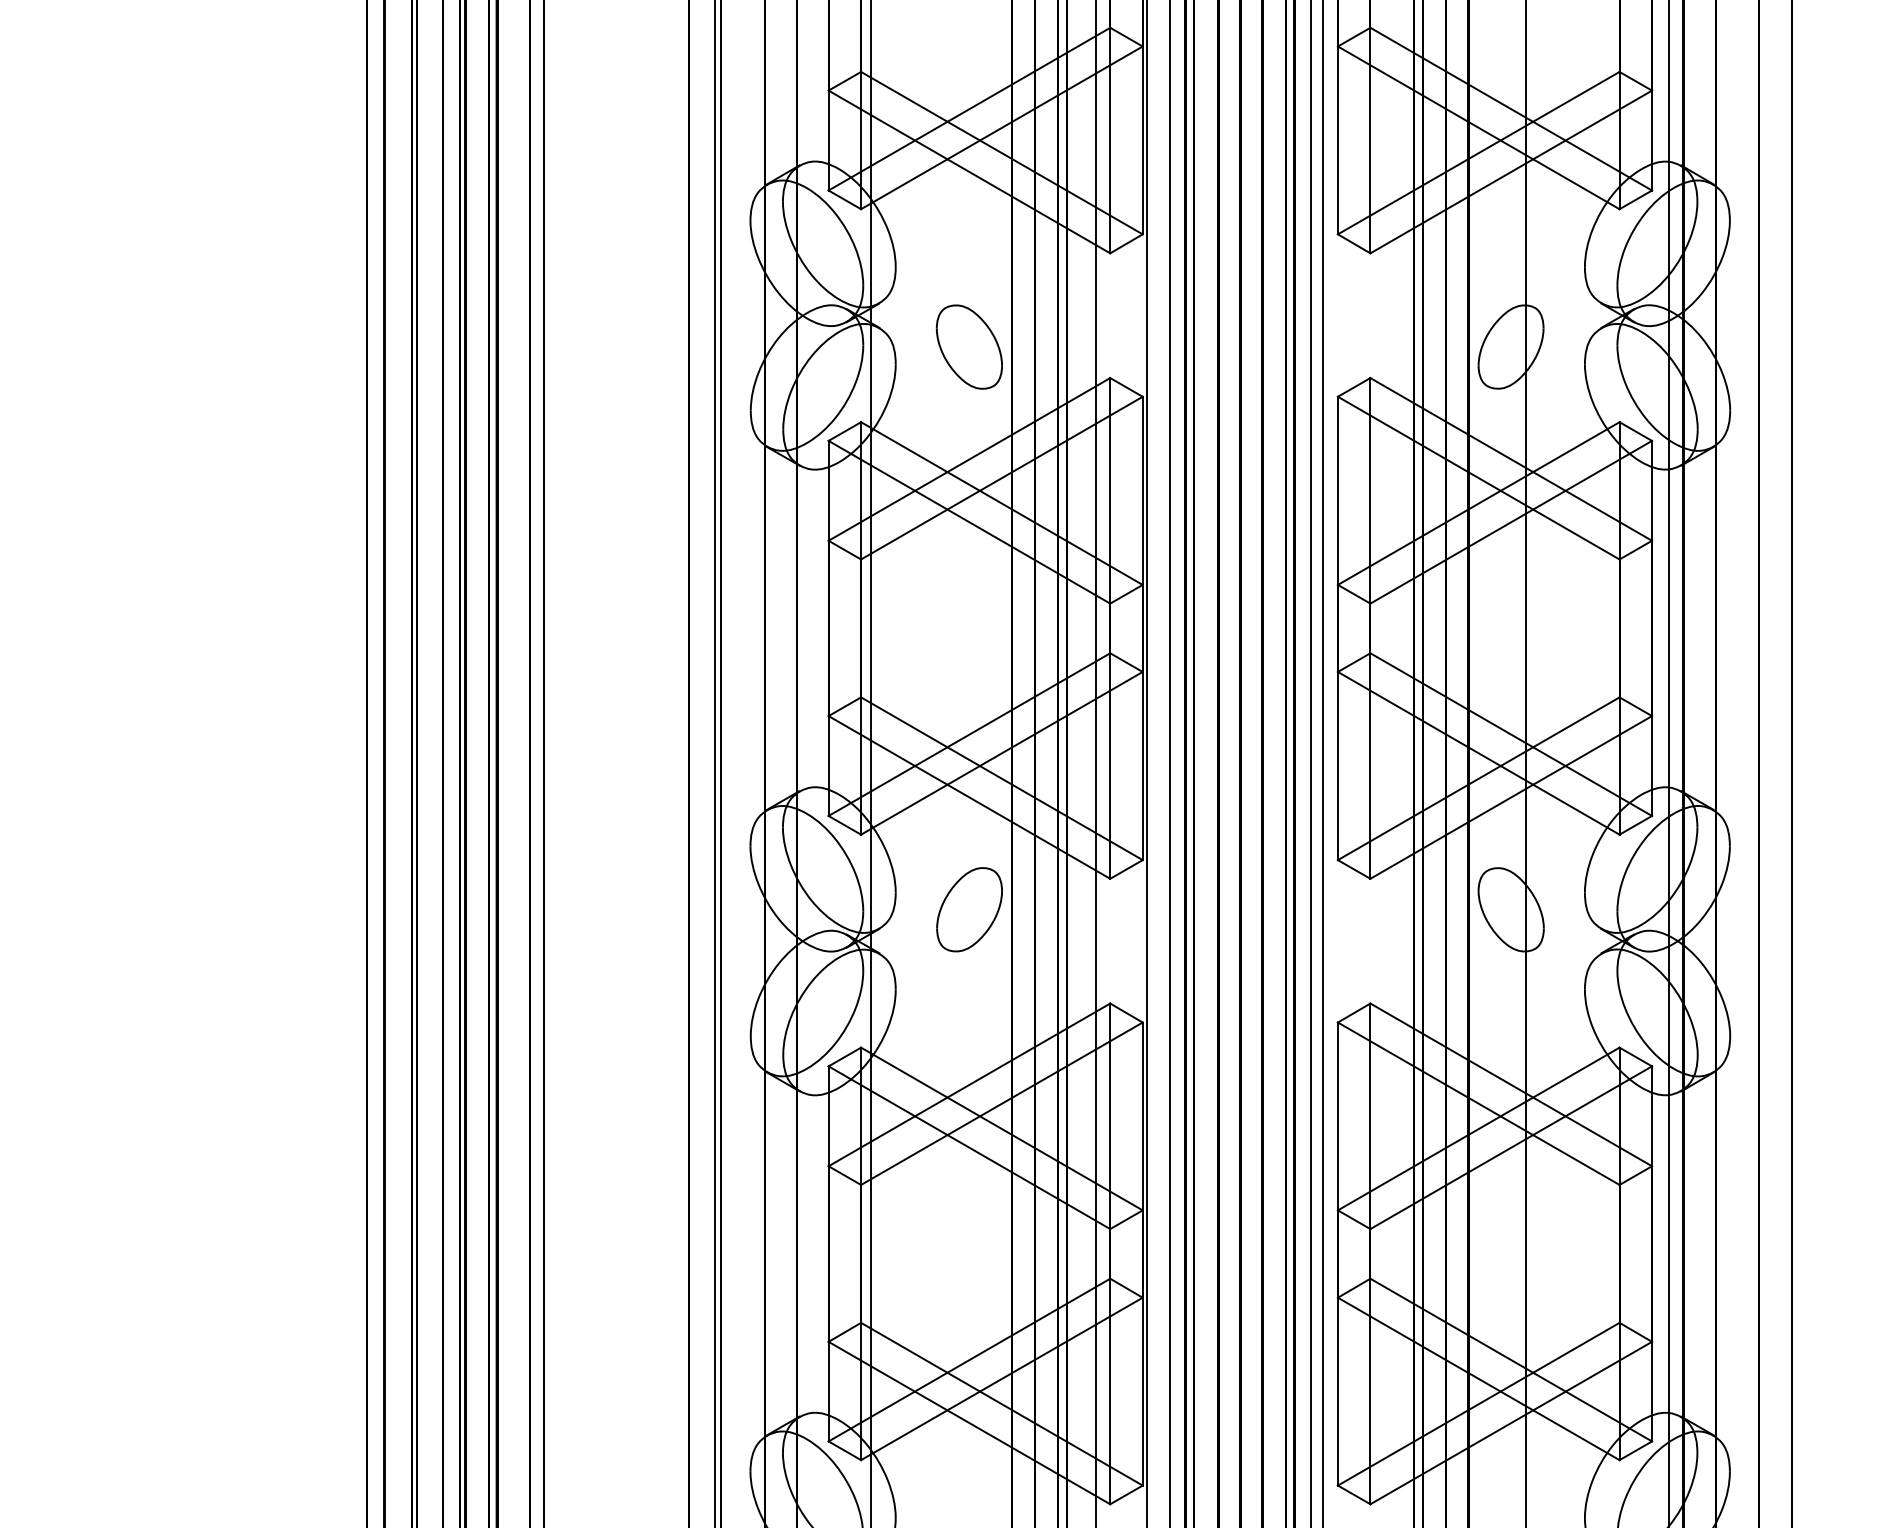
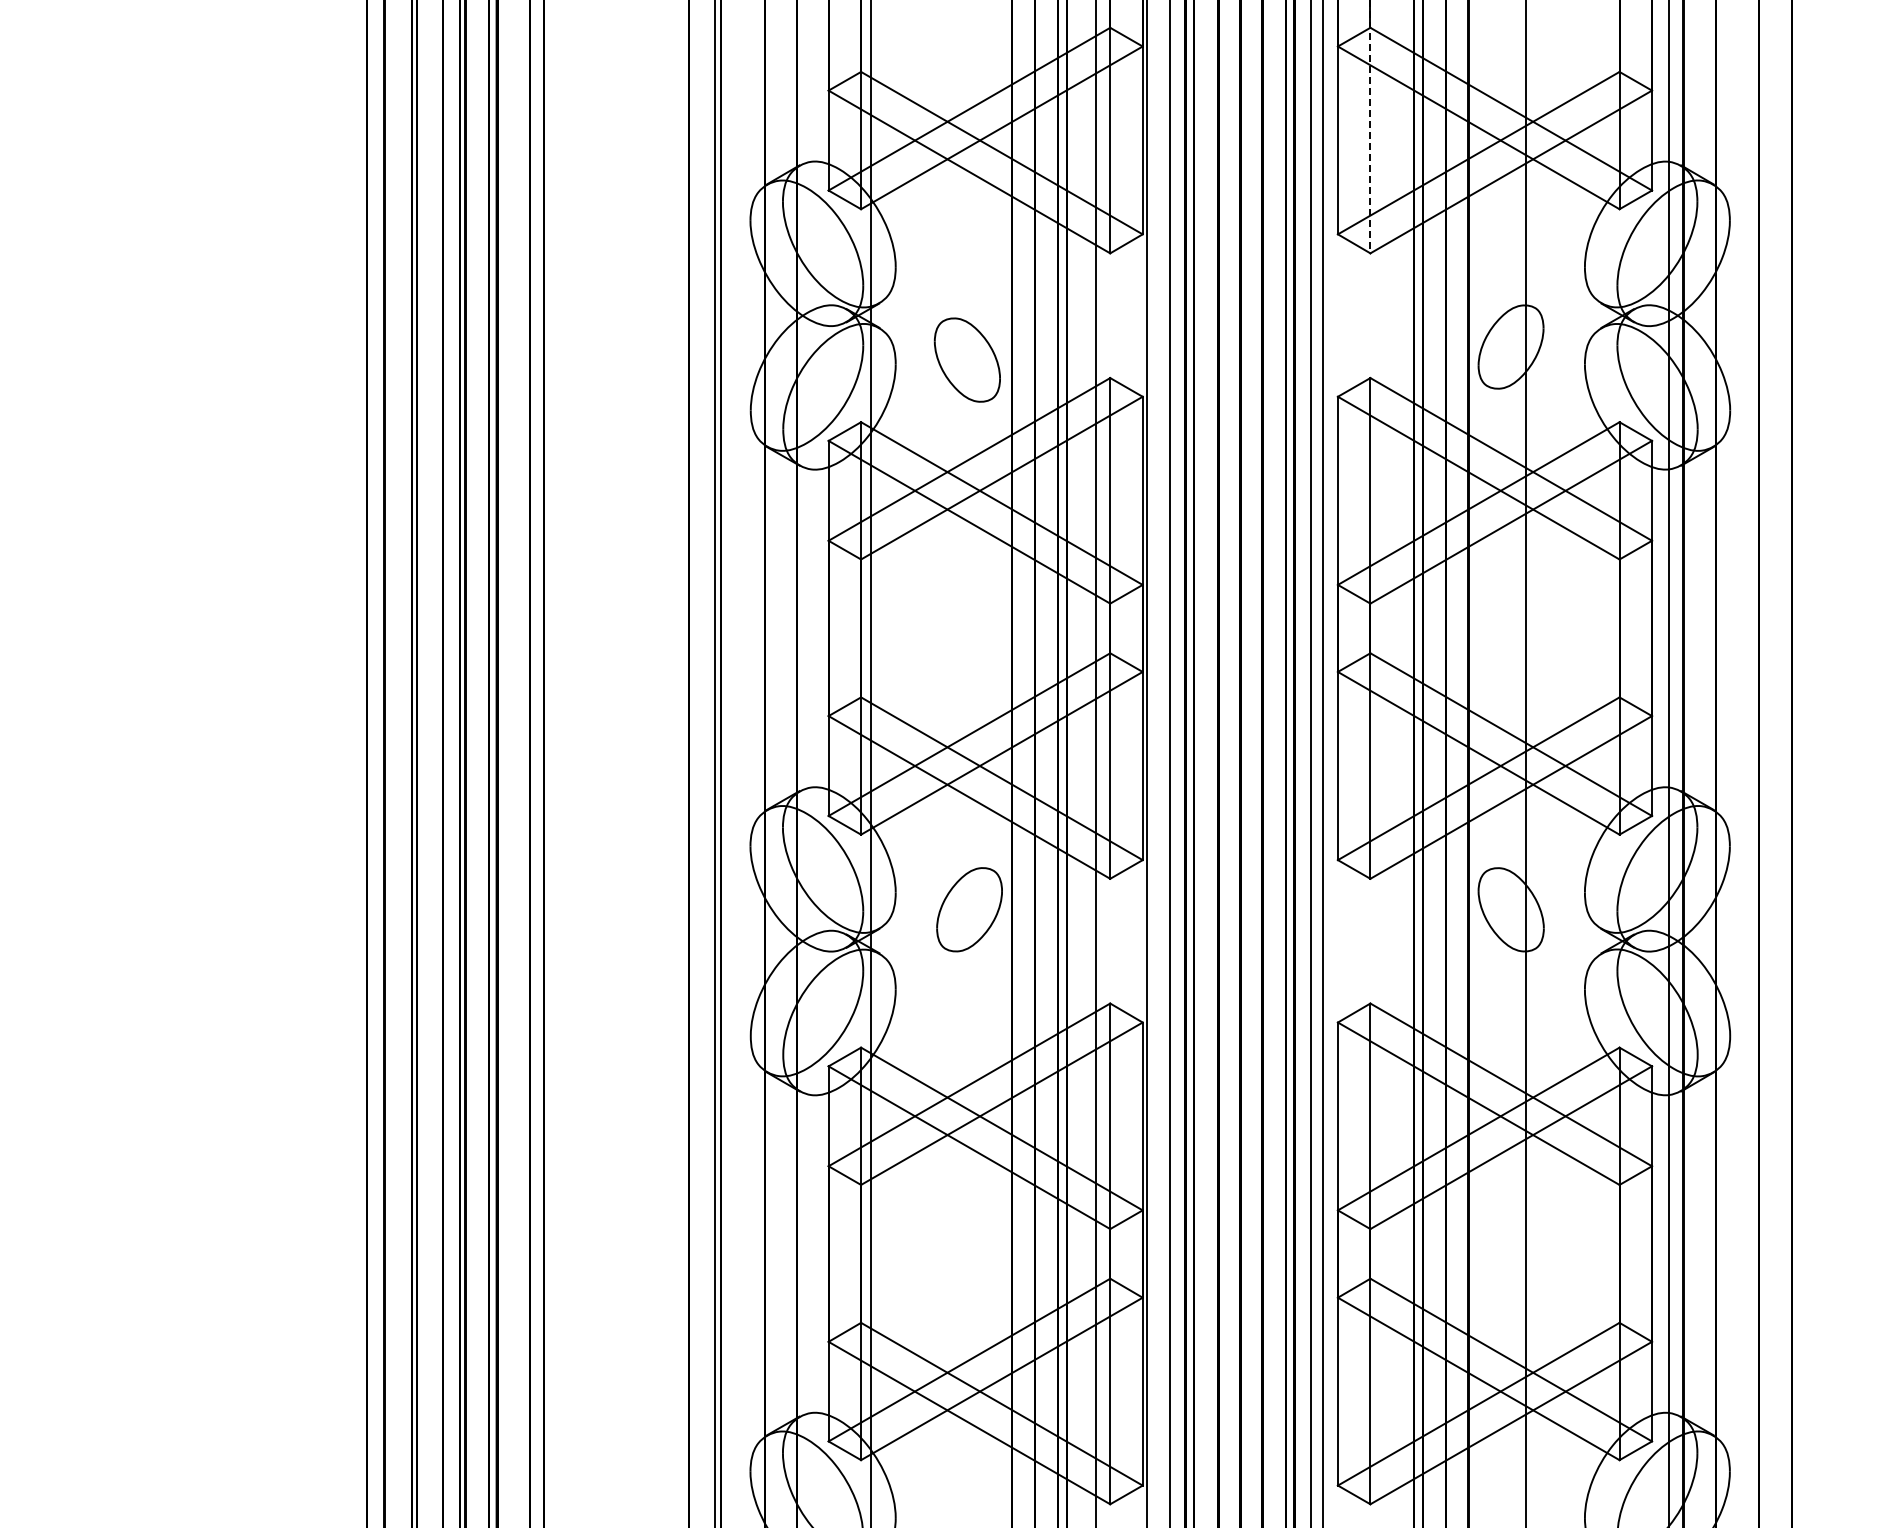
line at (1370, 126): solid -> dashed
part at (968, 346) position: (968, 346) -> (966, 359)
